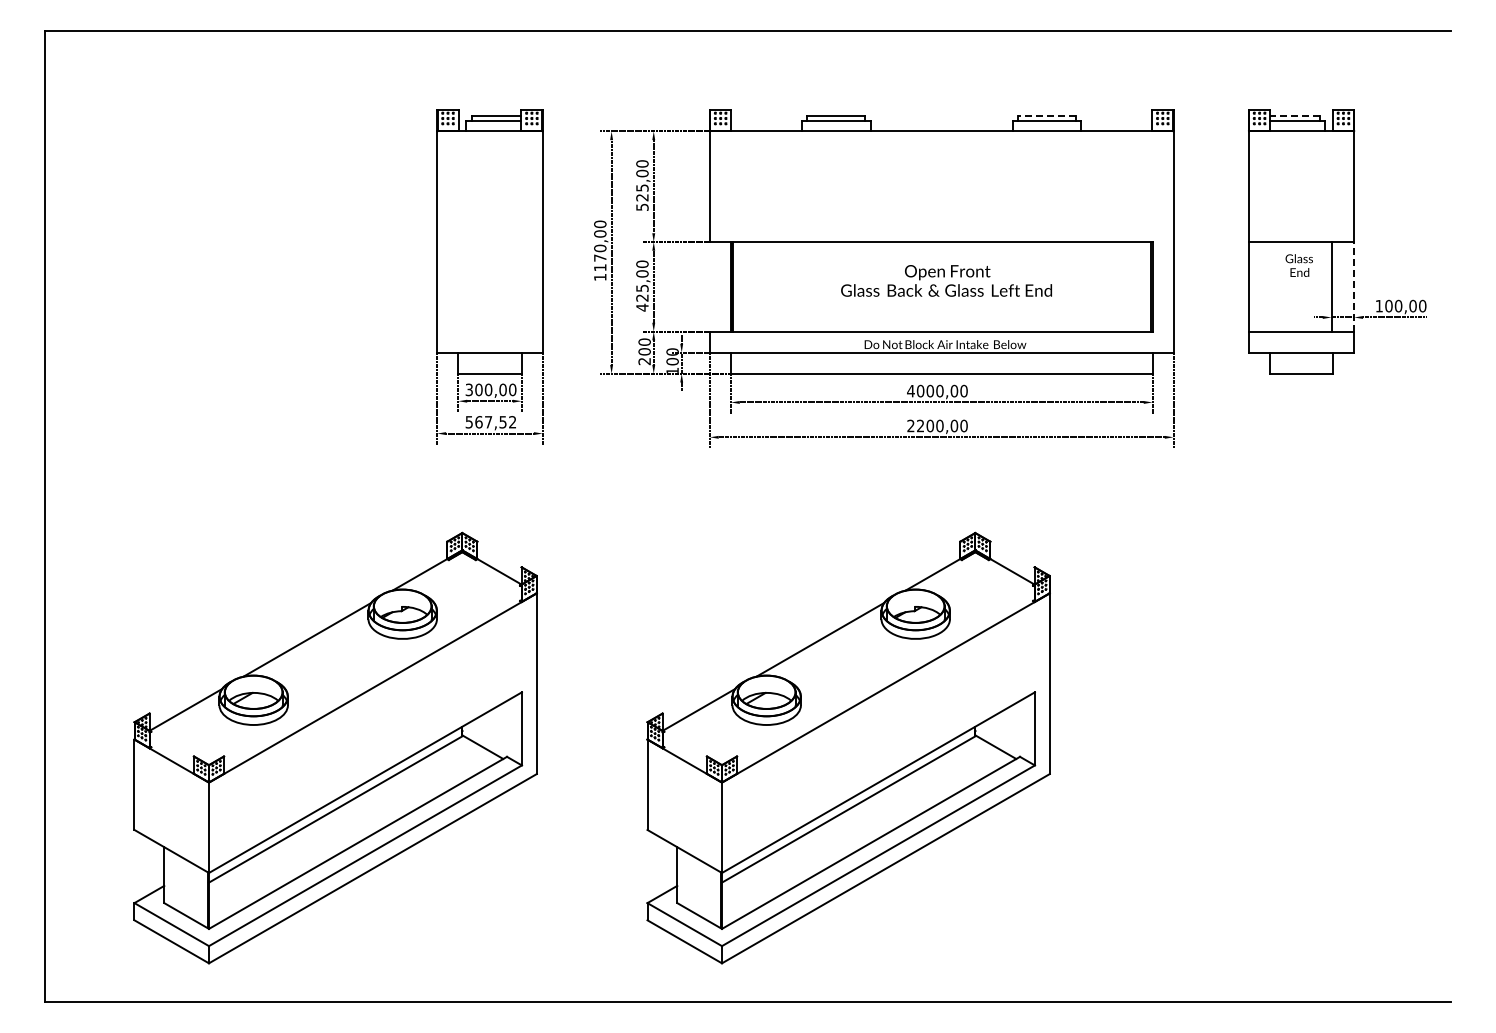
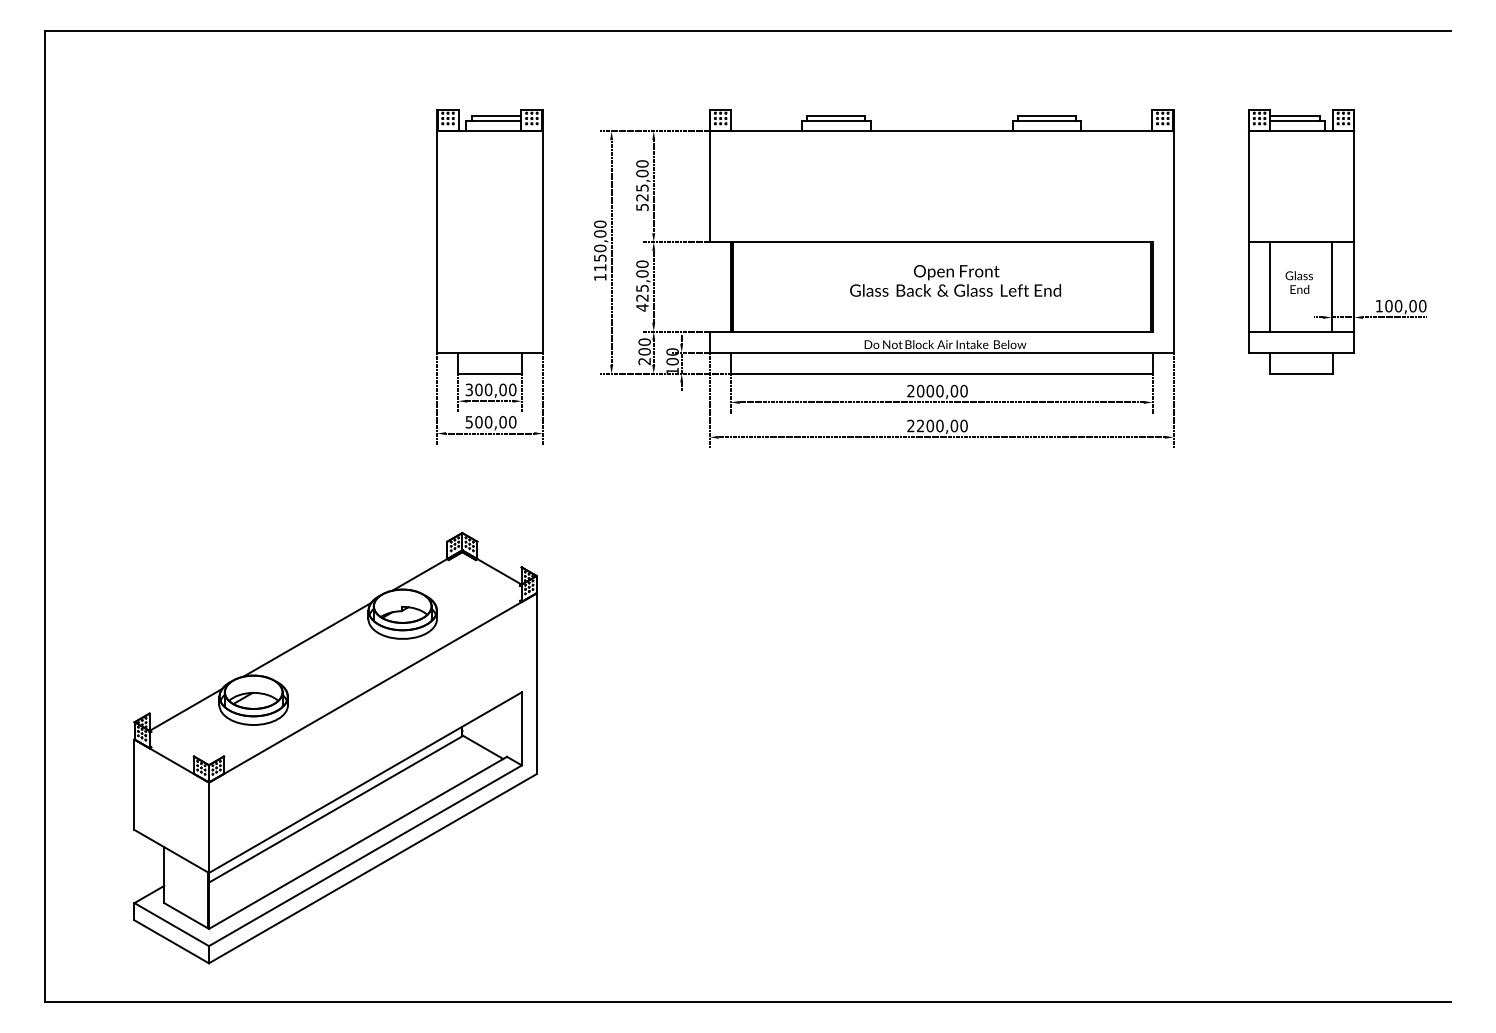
line at (1047, 115): dashed -> solid
line at (1295, 115): dashed -> solid
text at (600, 257): 1170,00 -> 1150,00
text at (1298, 265) position: (1298, 265) -> (1298, 282)
text at (946, 280) position: (946, 280) -> (955, 280)
line at (1269, 286): none -> present
line at (1354, 286): dashed -> solid
text at (910, 390): 4000,00 -> 2000,00
text at (495, 422): 567,52 -> 500,00
part at (848, 747): present -> none
